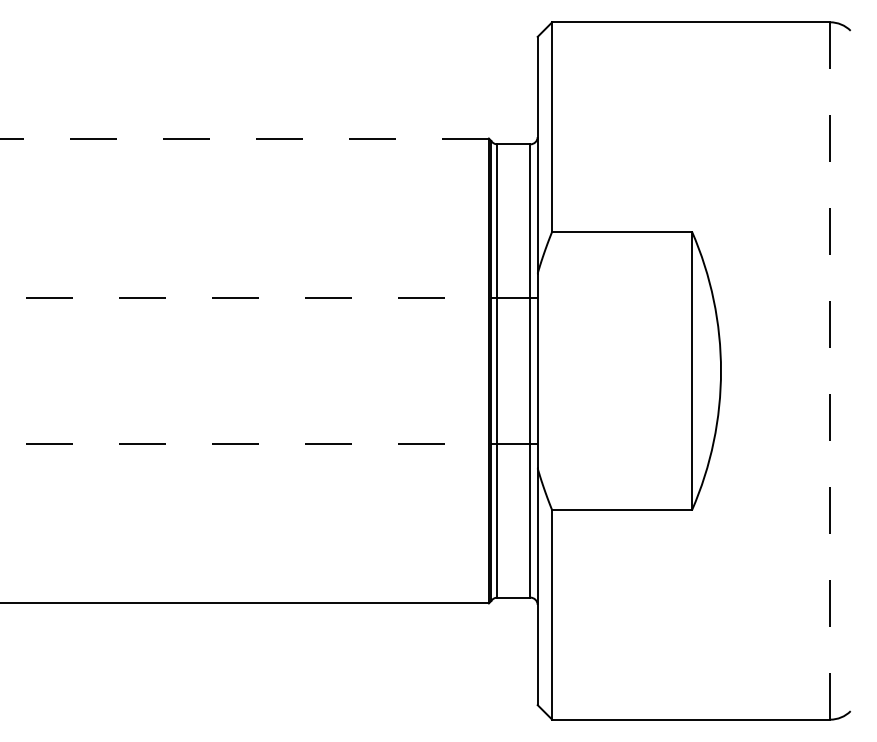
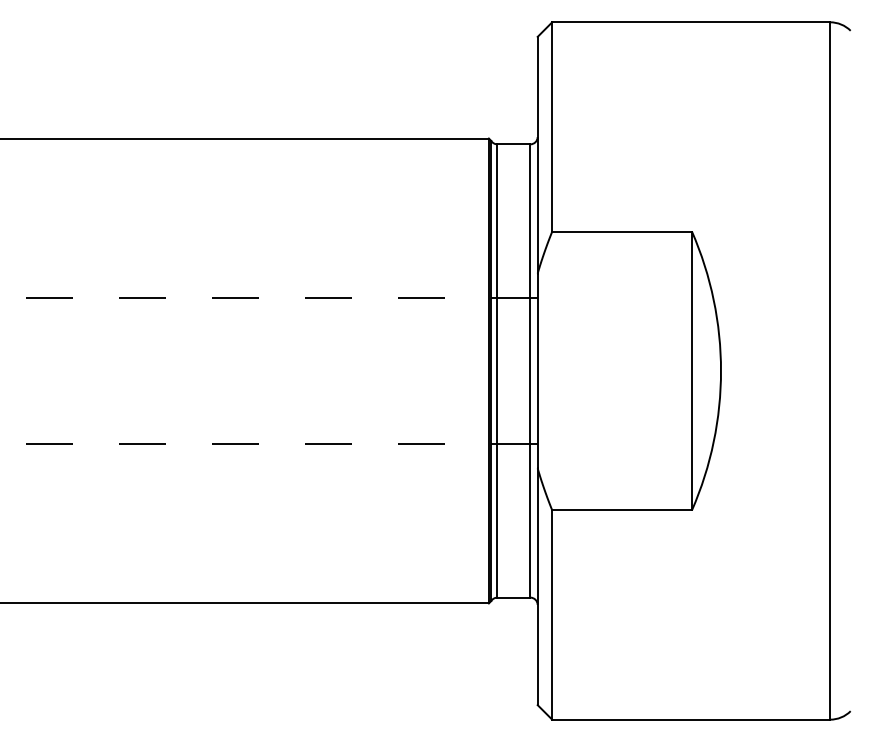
line at (244, 138): dashed -> solid
line at (830, 370): dashed -> solid
